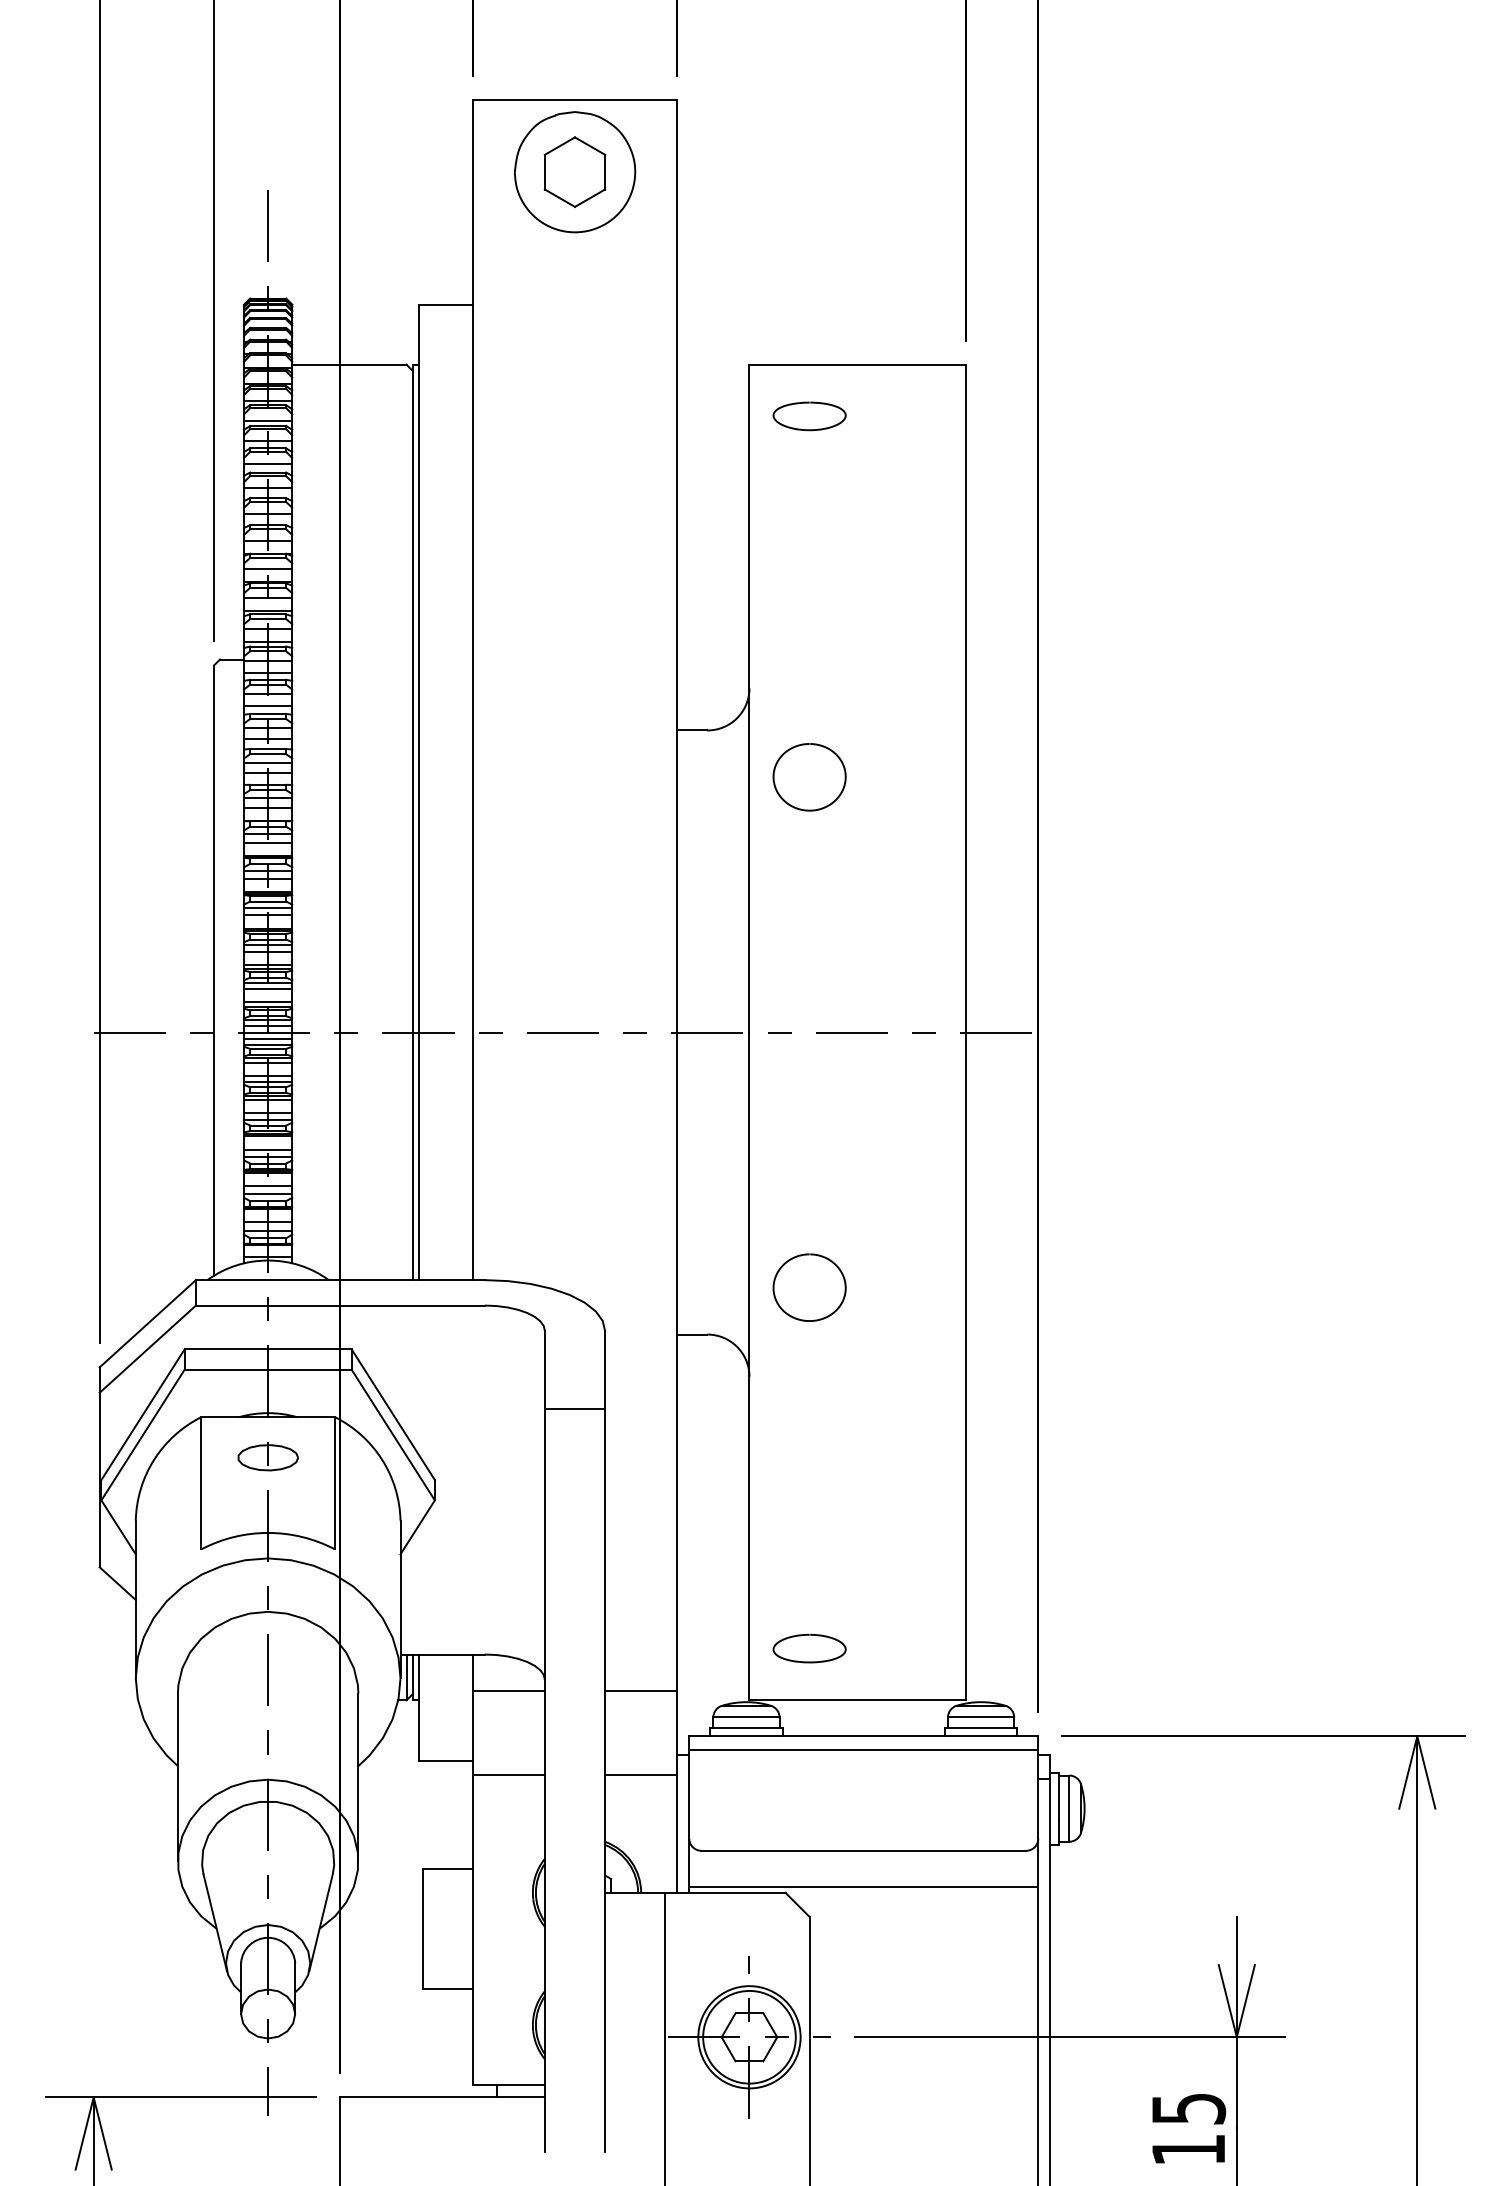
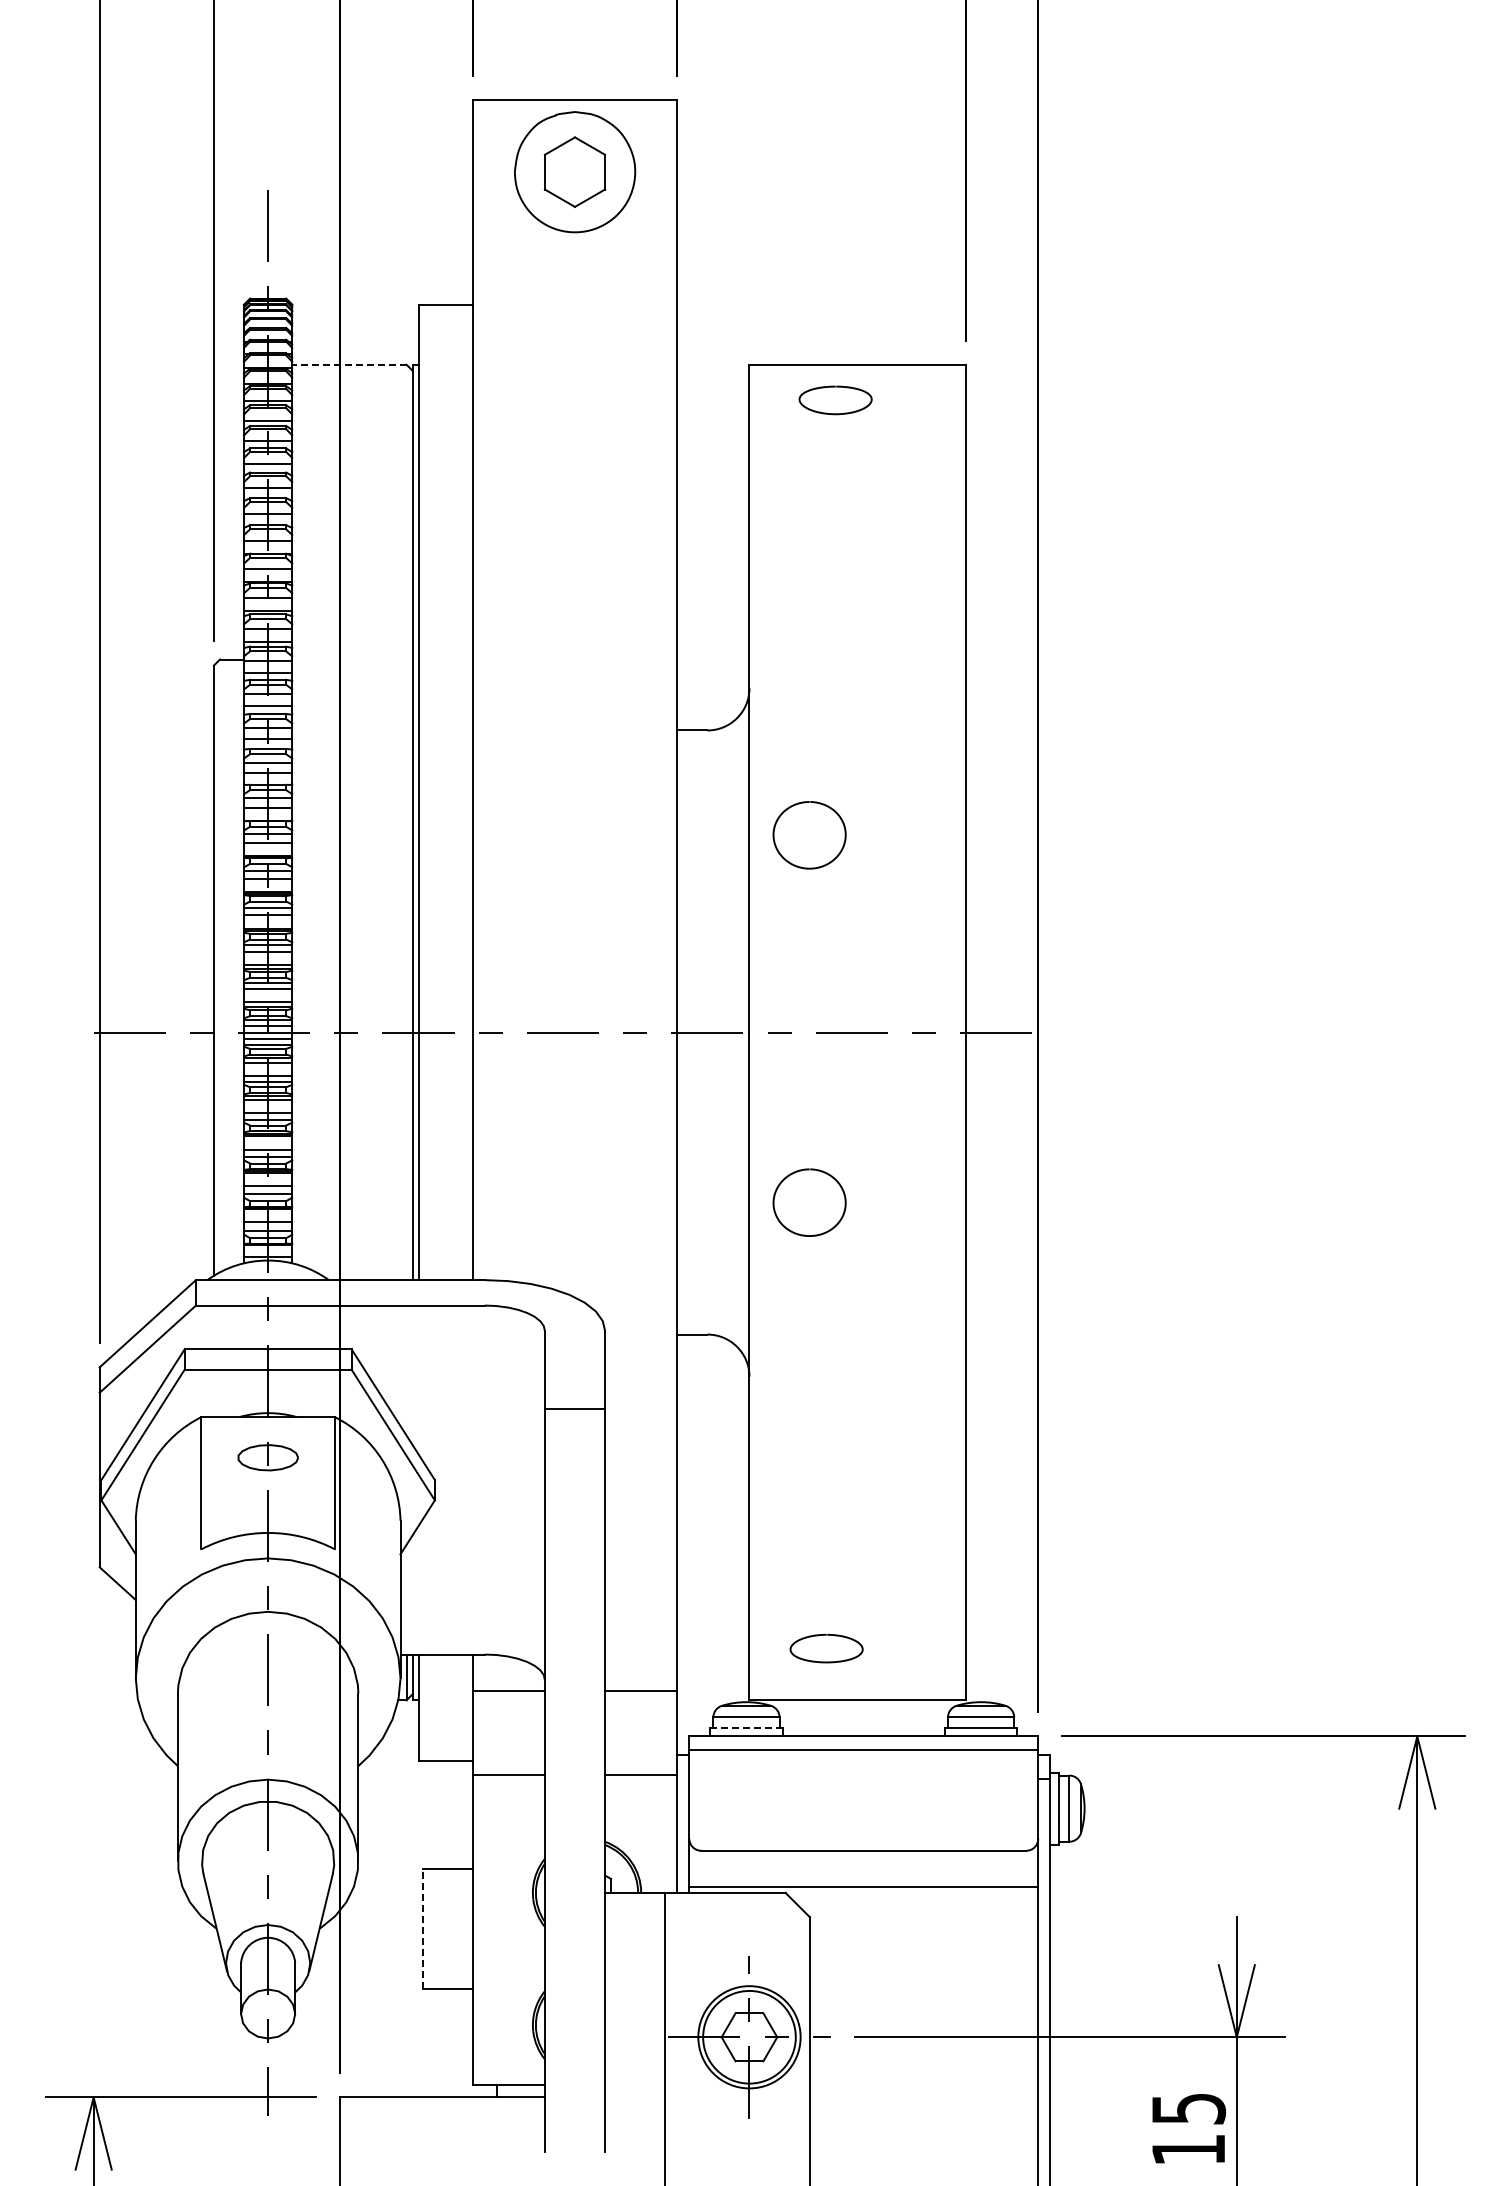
line at (348, 364): solid -> dashed
curve at (809, 403) position: (809, 403) -> (835, 387)
curve at (809, 809) position: (809, 809) -> (809, 867)
curve at (809, 1255) position: (809, 1255) -> (809, 1170)
curve at (809, 1635) position: (809, 1635) -> (826, 1635)
line at (746, 1728): solid -> dashed
line at (423, 1928): solid -> dashed
